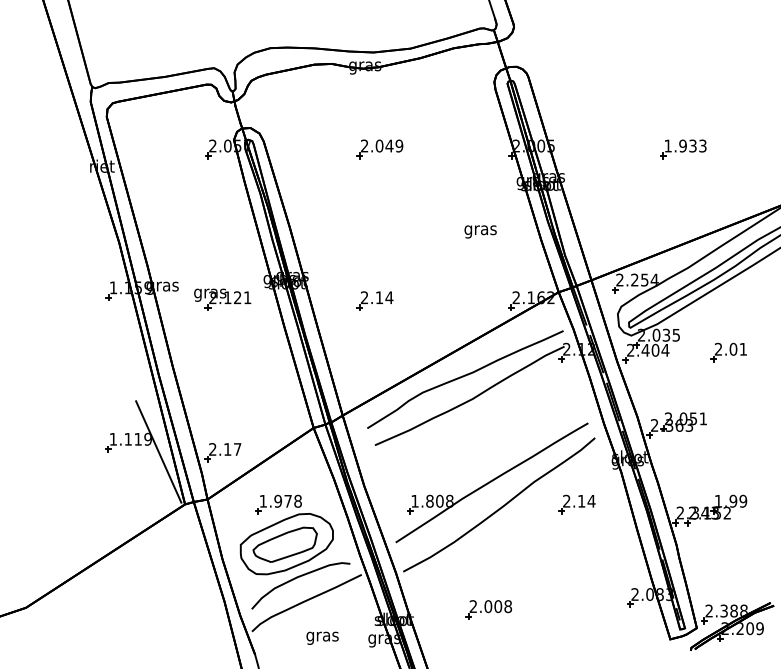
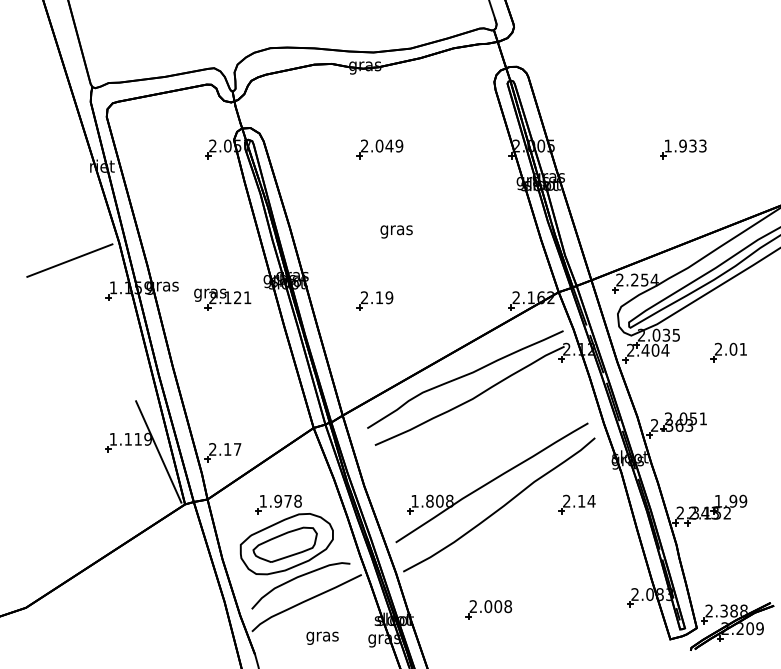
text at (480, 231) position: (480, 231) -> (396, 231)
line at (69, 260): none -> present
text at (389, 297): 2.14 -> 2.19
